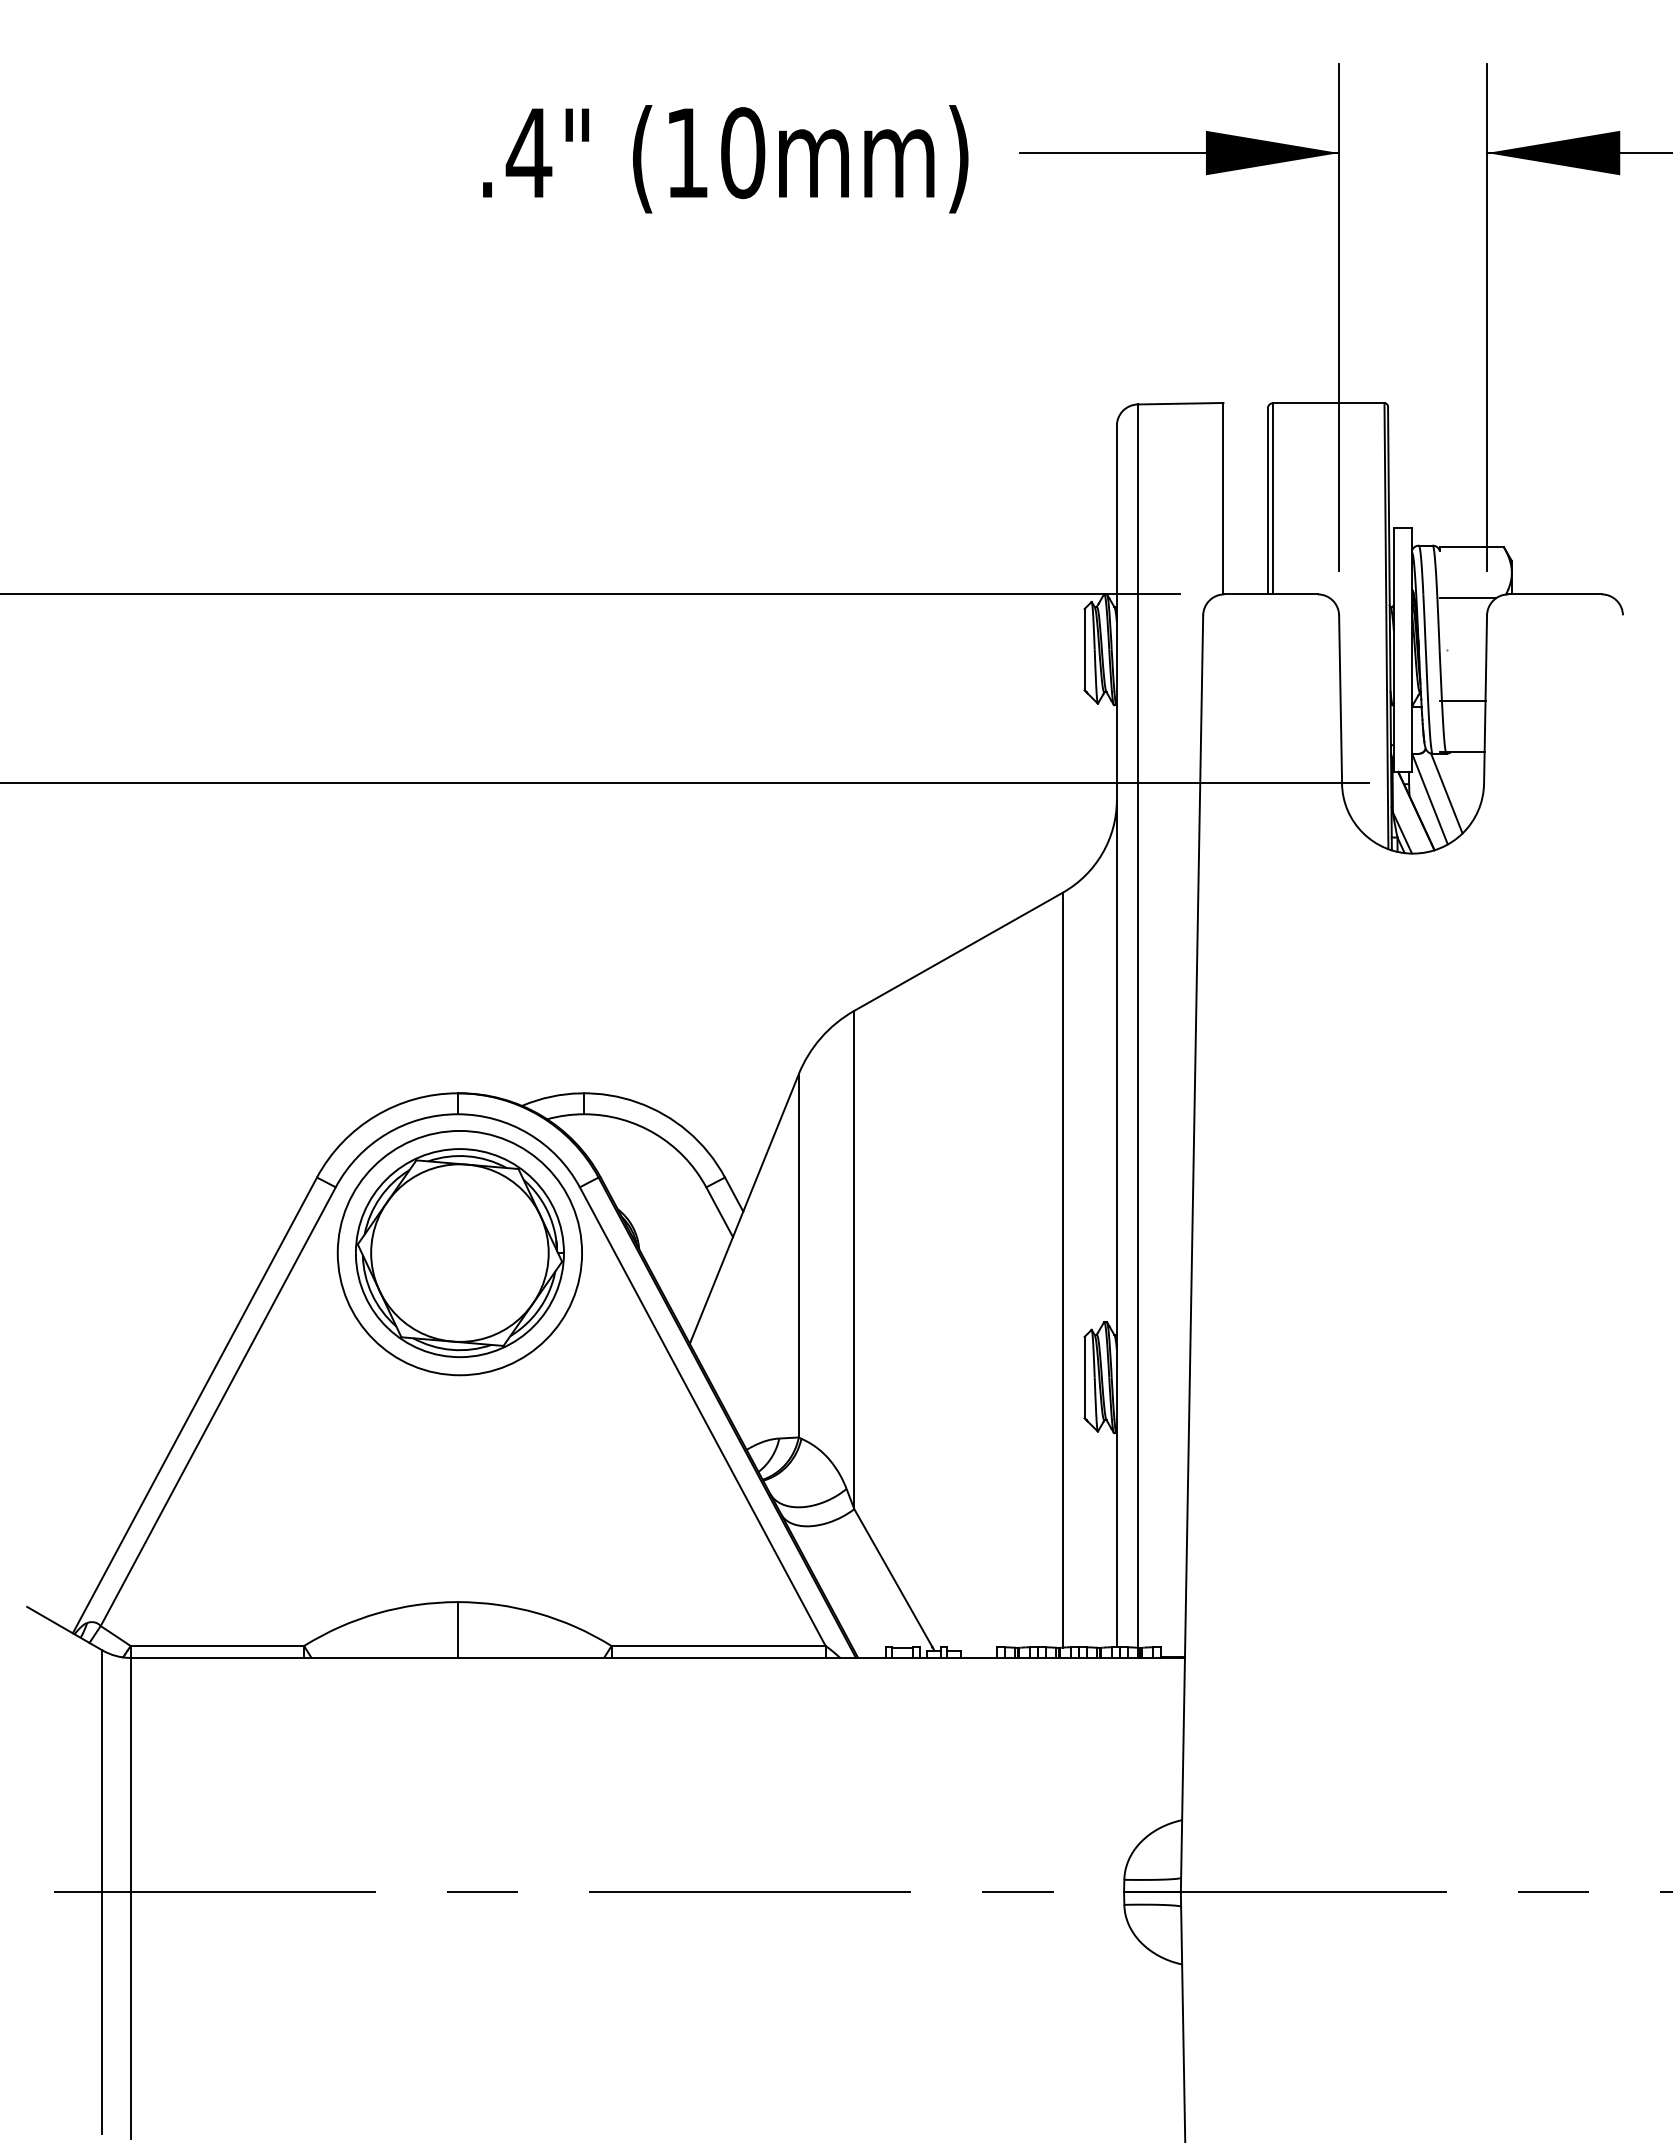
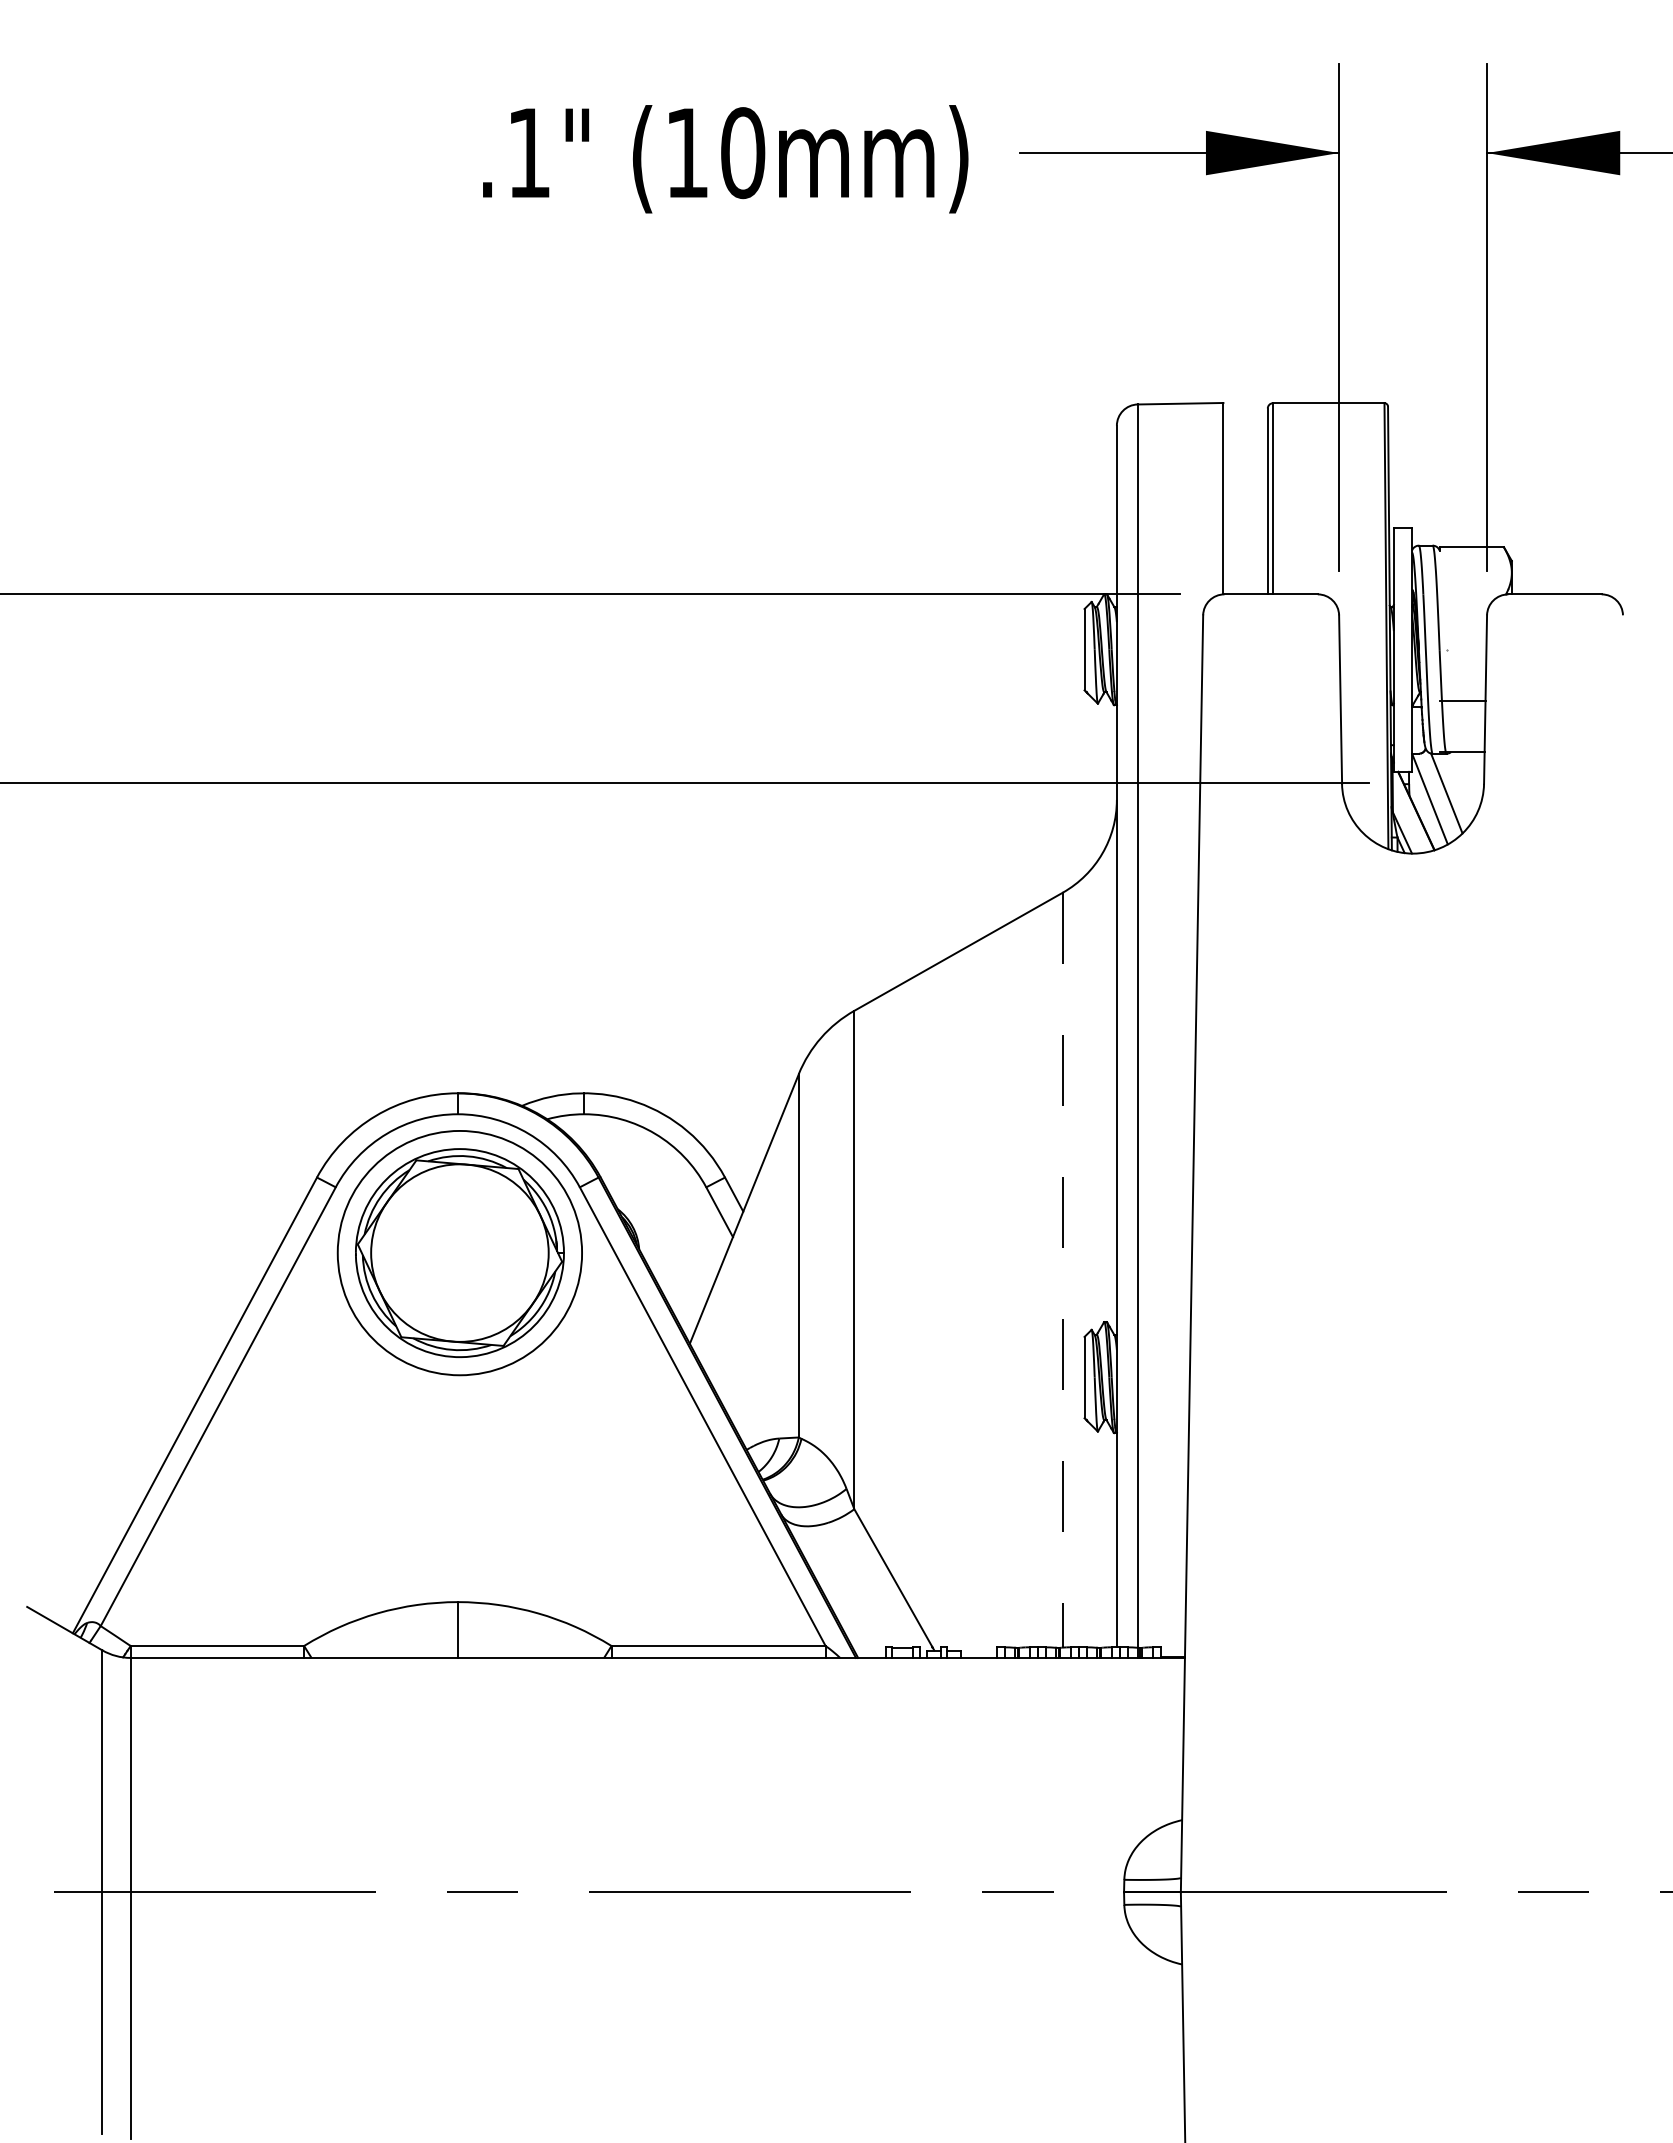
text at (528, 152): .4" -> .1"
line at (1467, 598): present -> none
line at (1062, 1270): solid -> dashed
